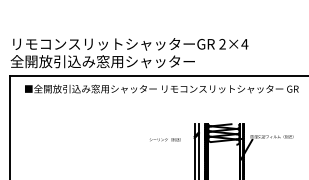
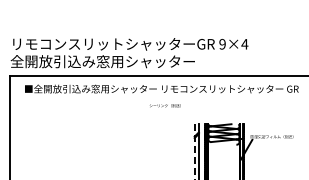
text at (222, 44): 2×4 -> 9×4
text at (165, 139) position: (165, 139) -> (165, 105)
line at (194, 152): solid -> dashed
